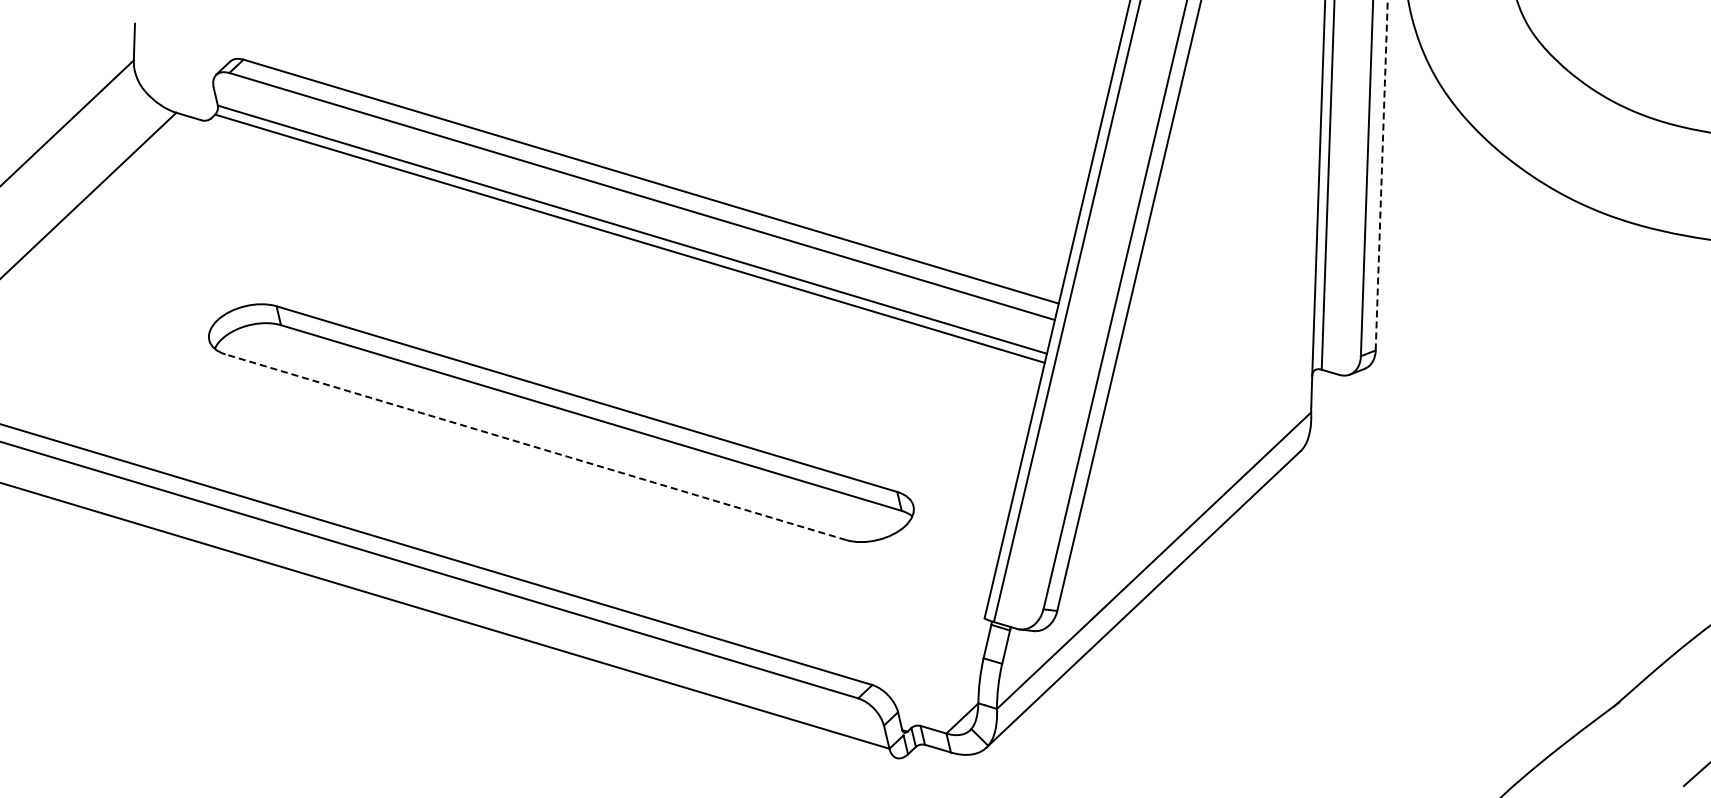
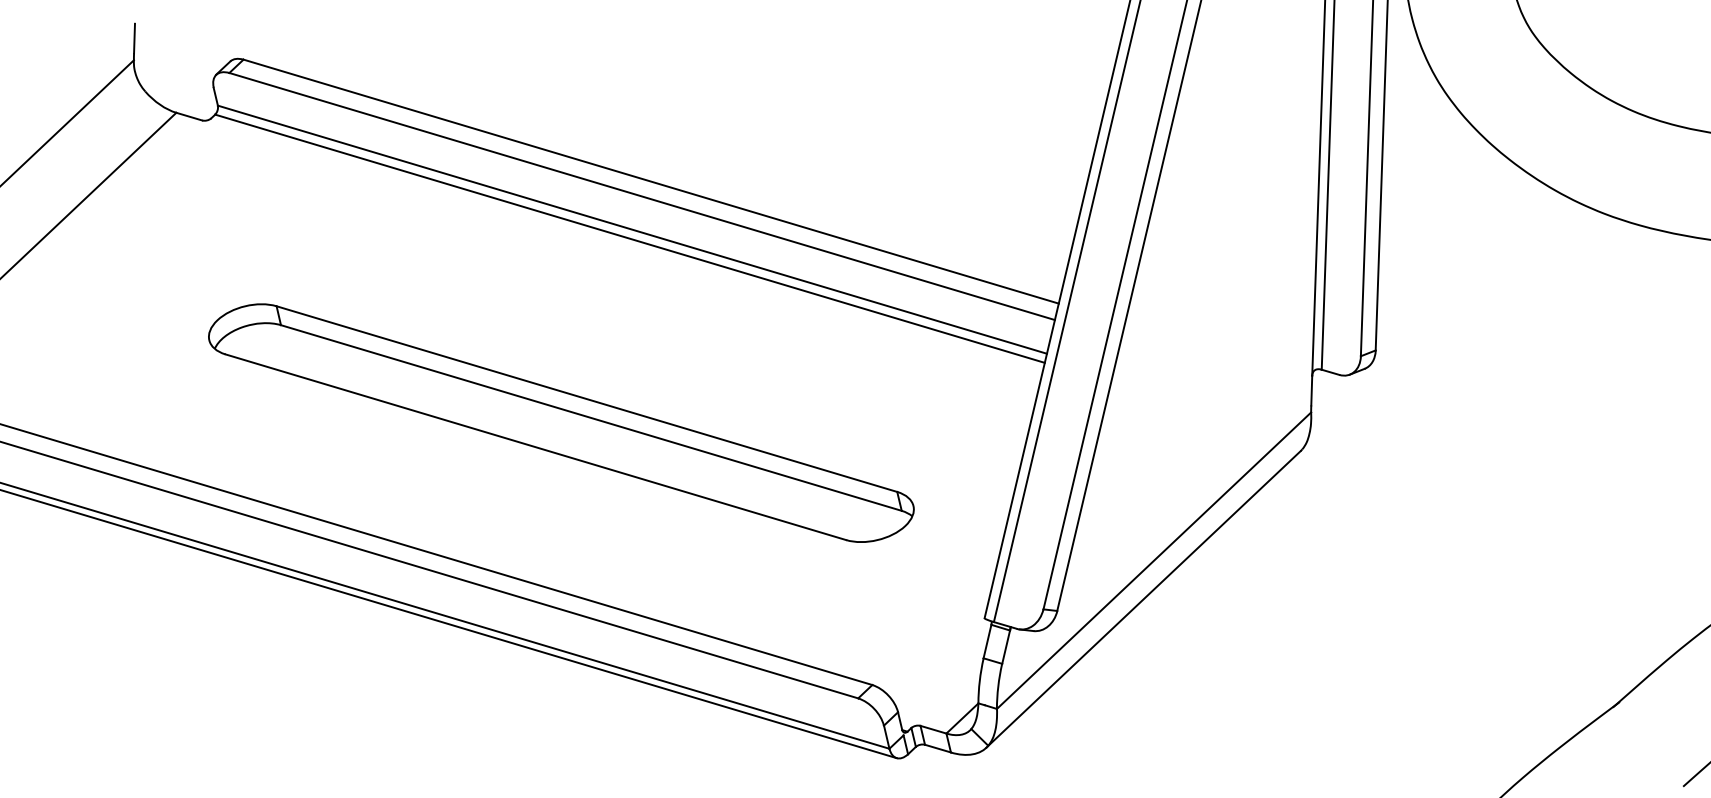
line at (1381, 175): dashed -> solid
line at (535, 447): dashed -> solid
line at (449, 624): none -> present
